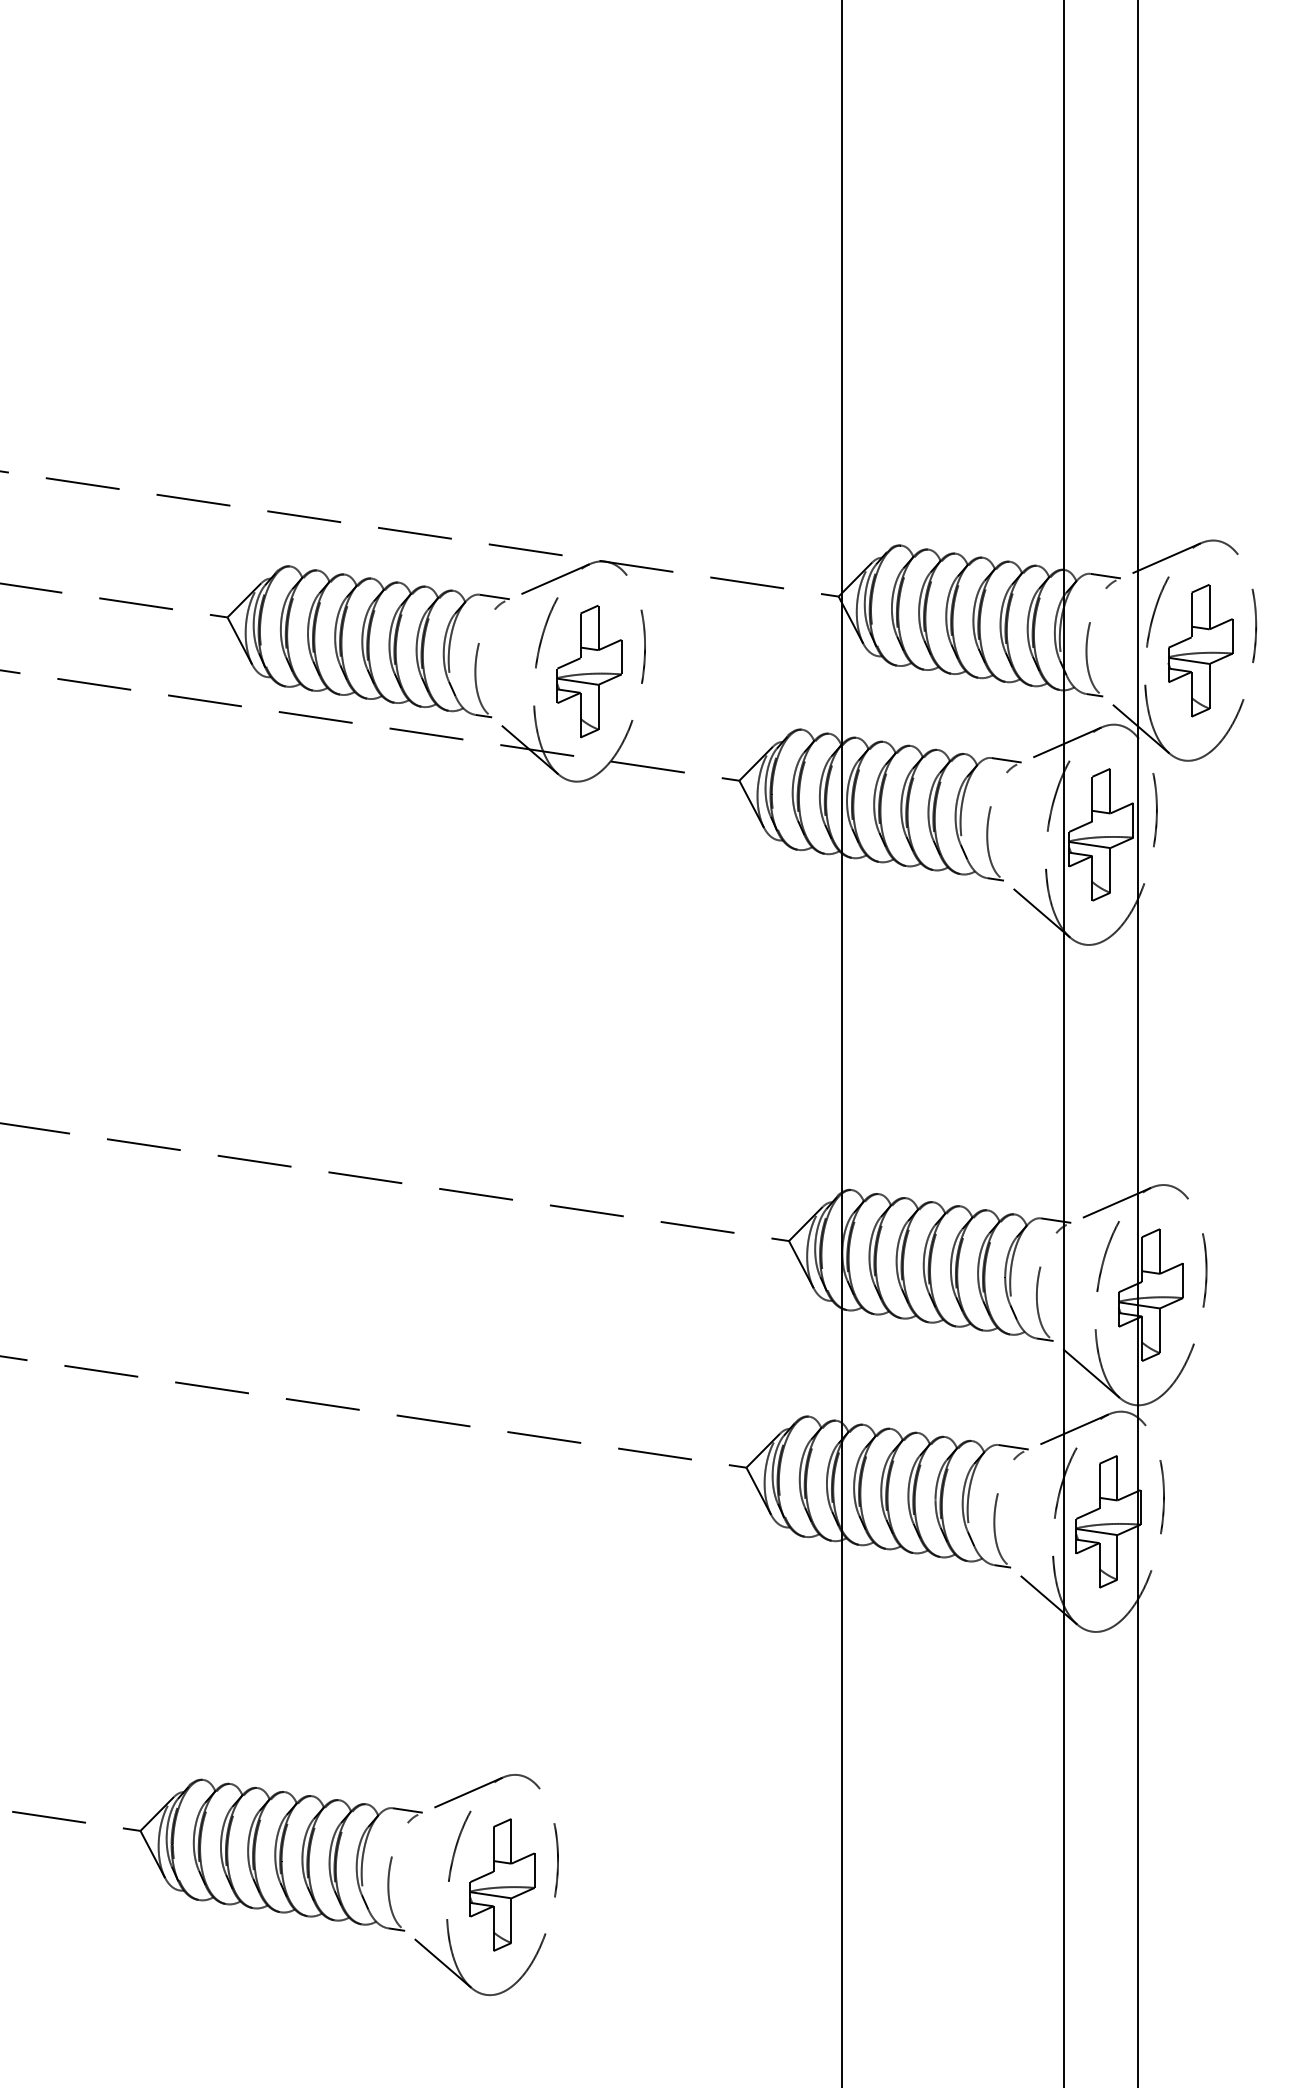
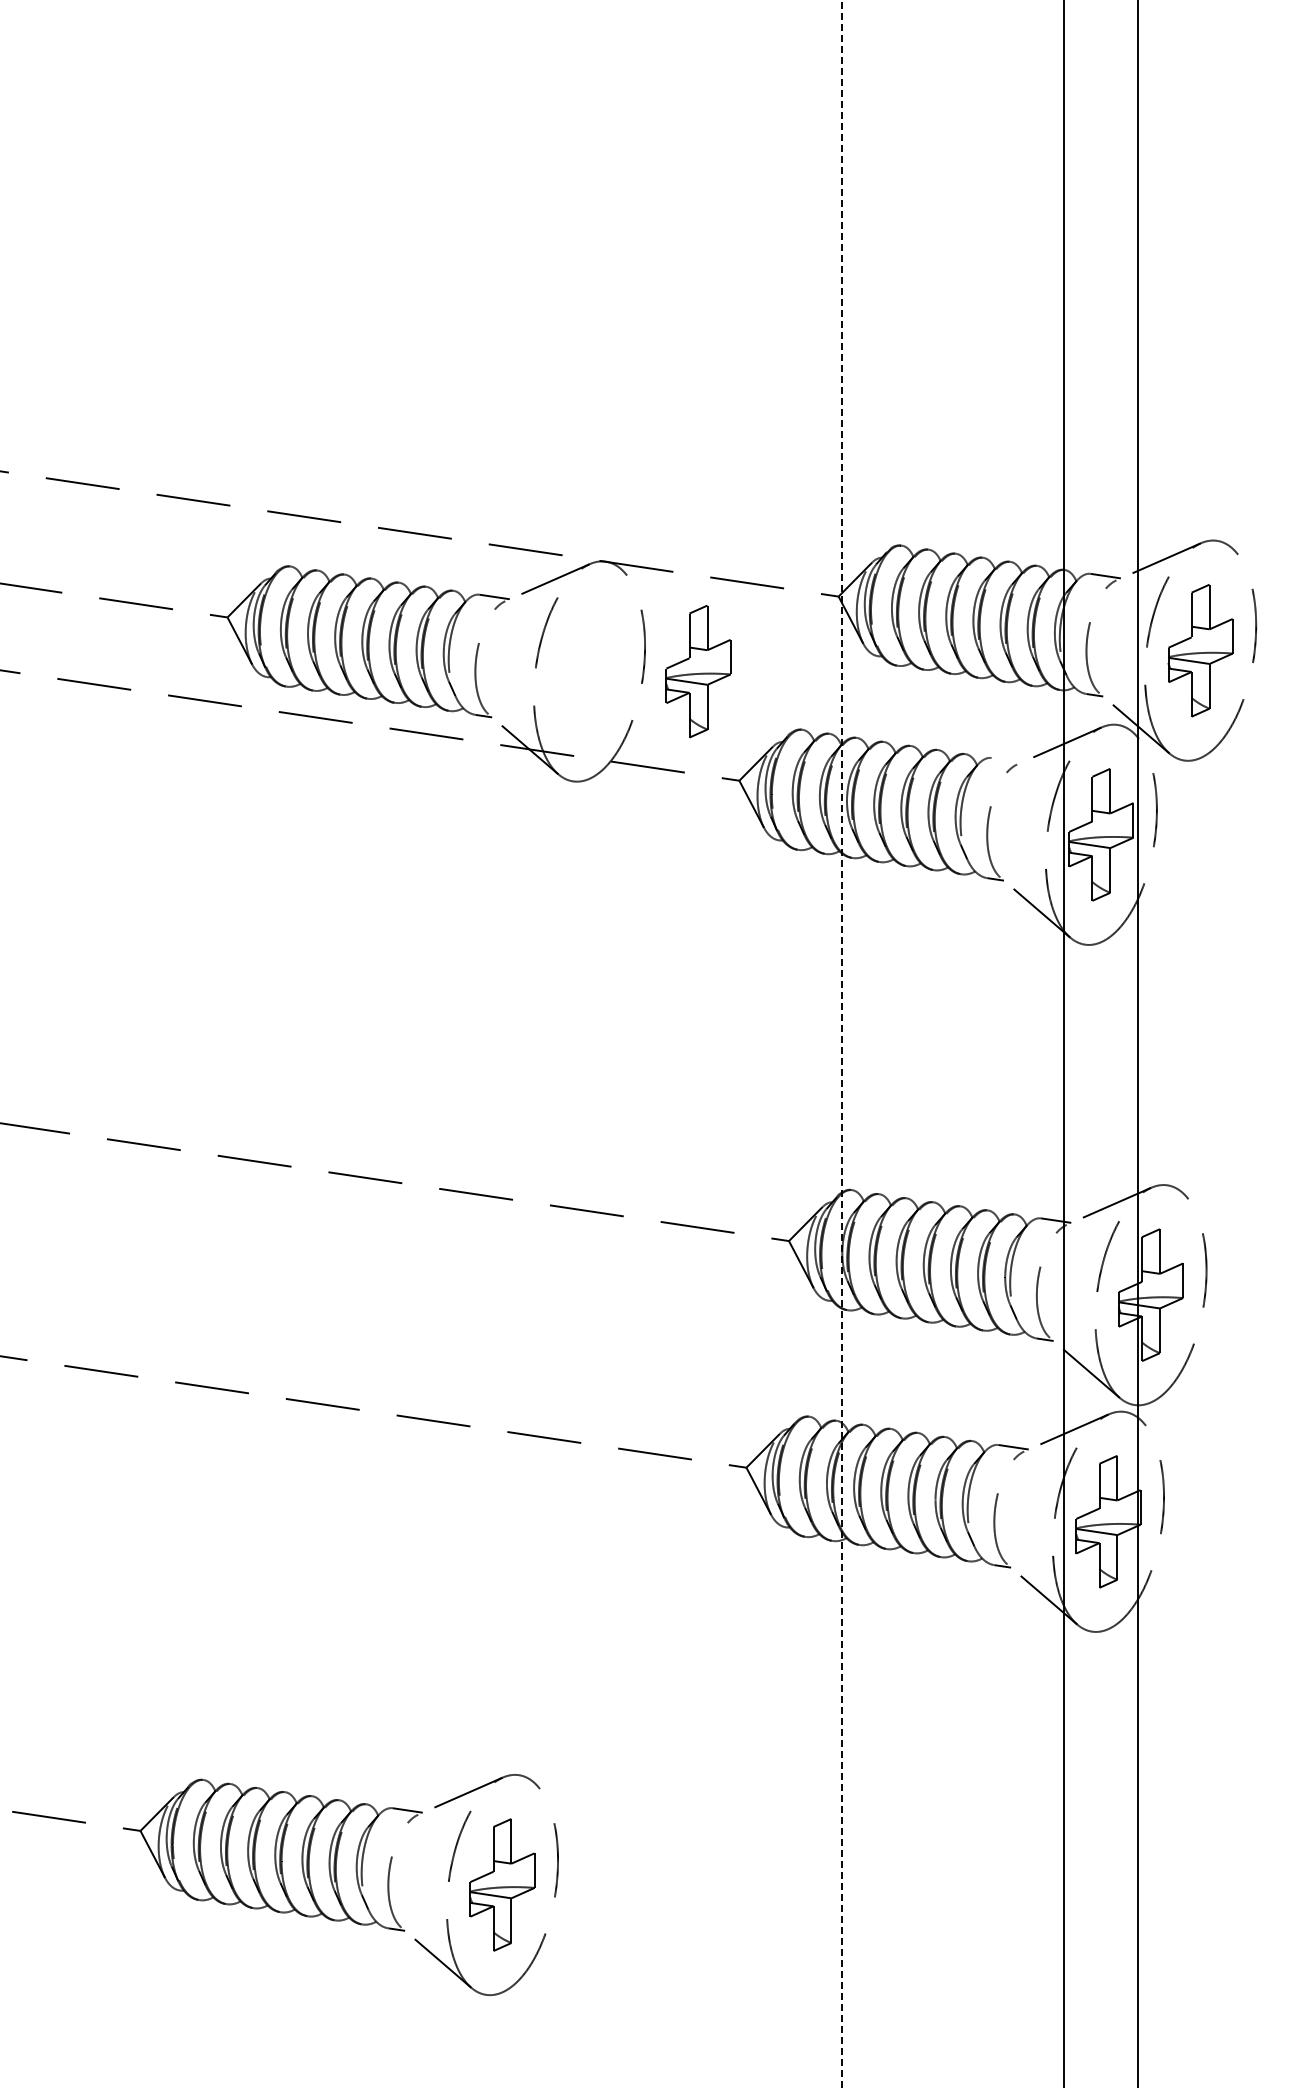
part at (589, 671) position: (589, 671) -> (698, 671)
line at (1006, 760): present -> none
line at (841, 1043): solid -> dashed
